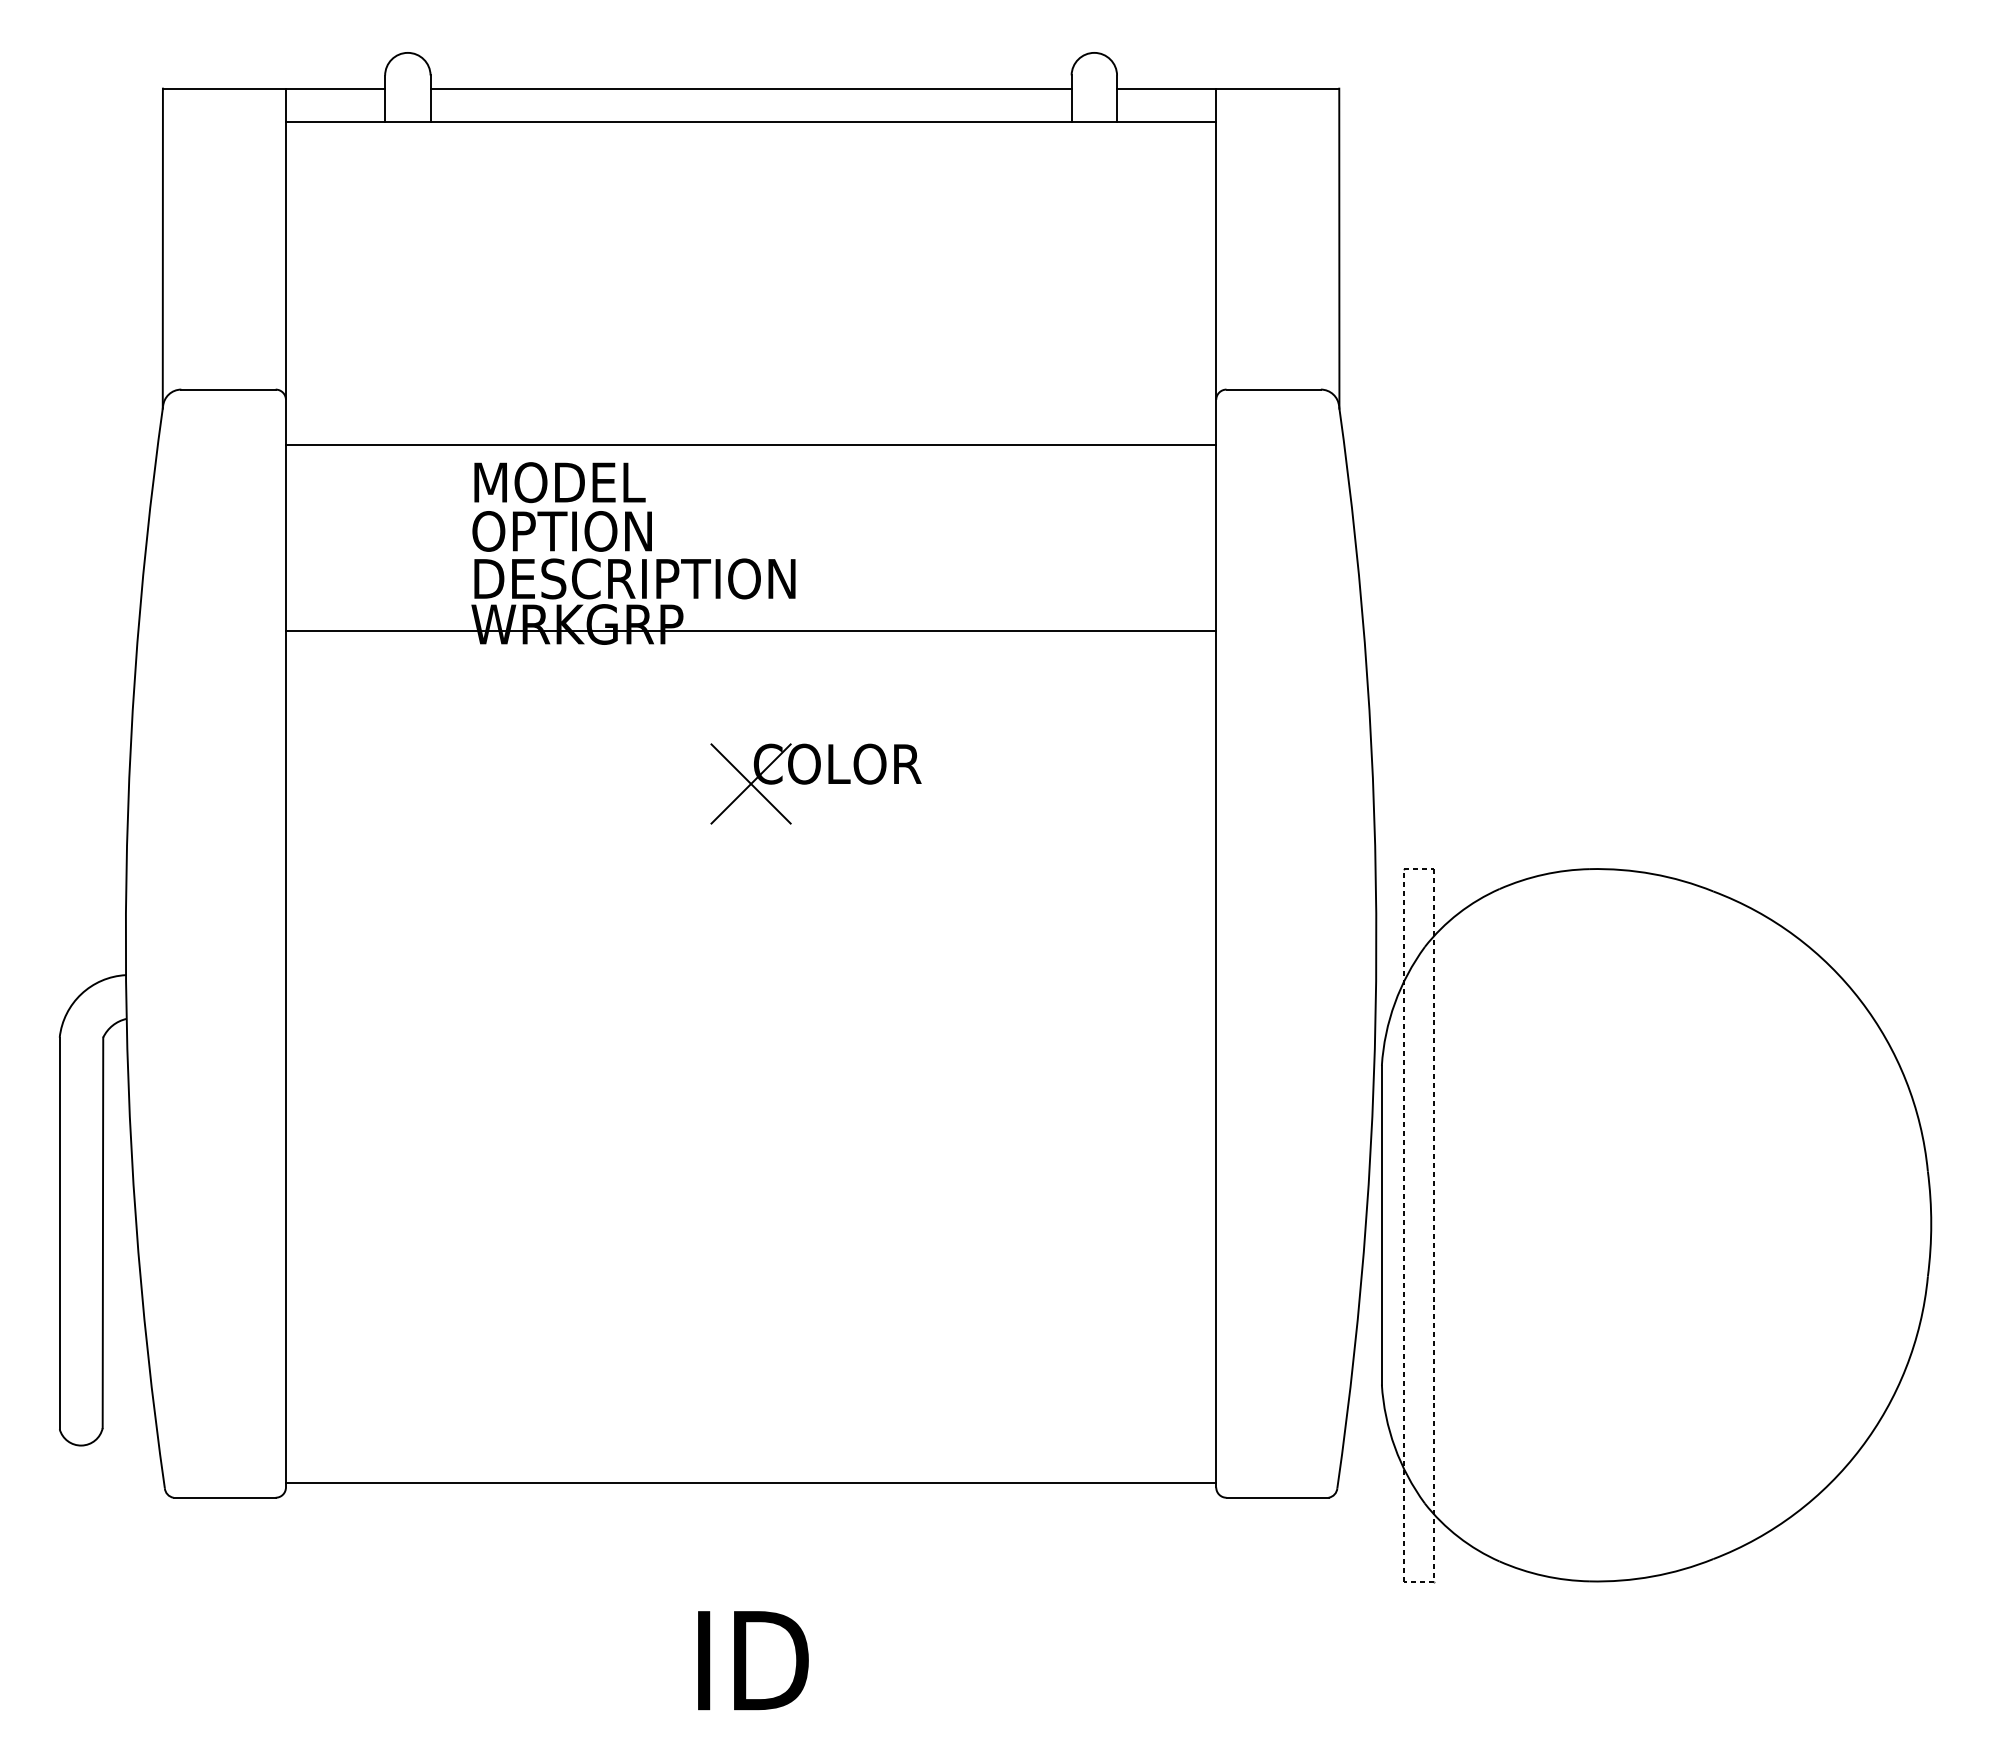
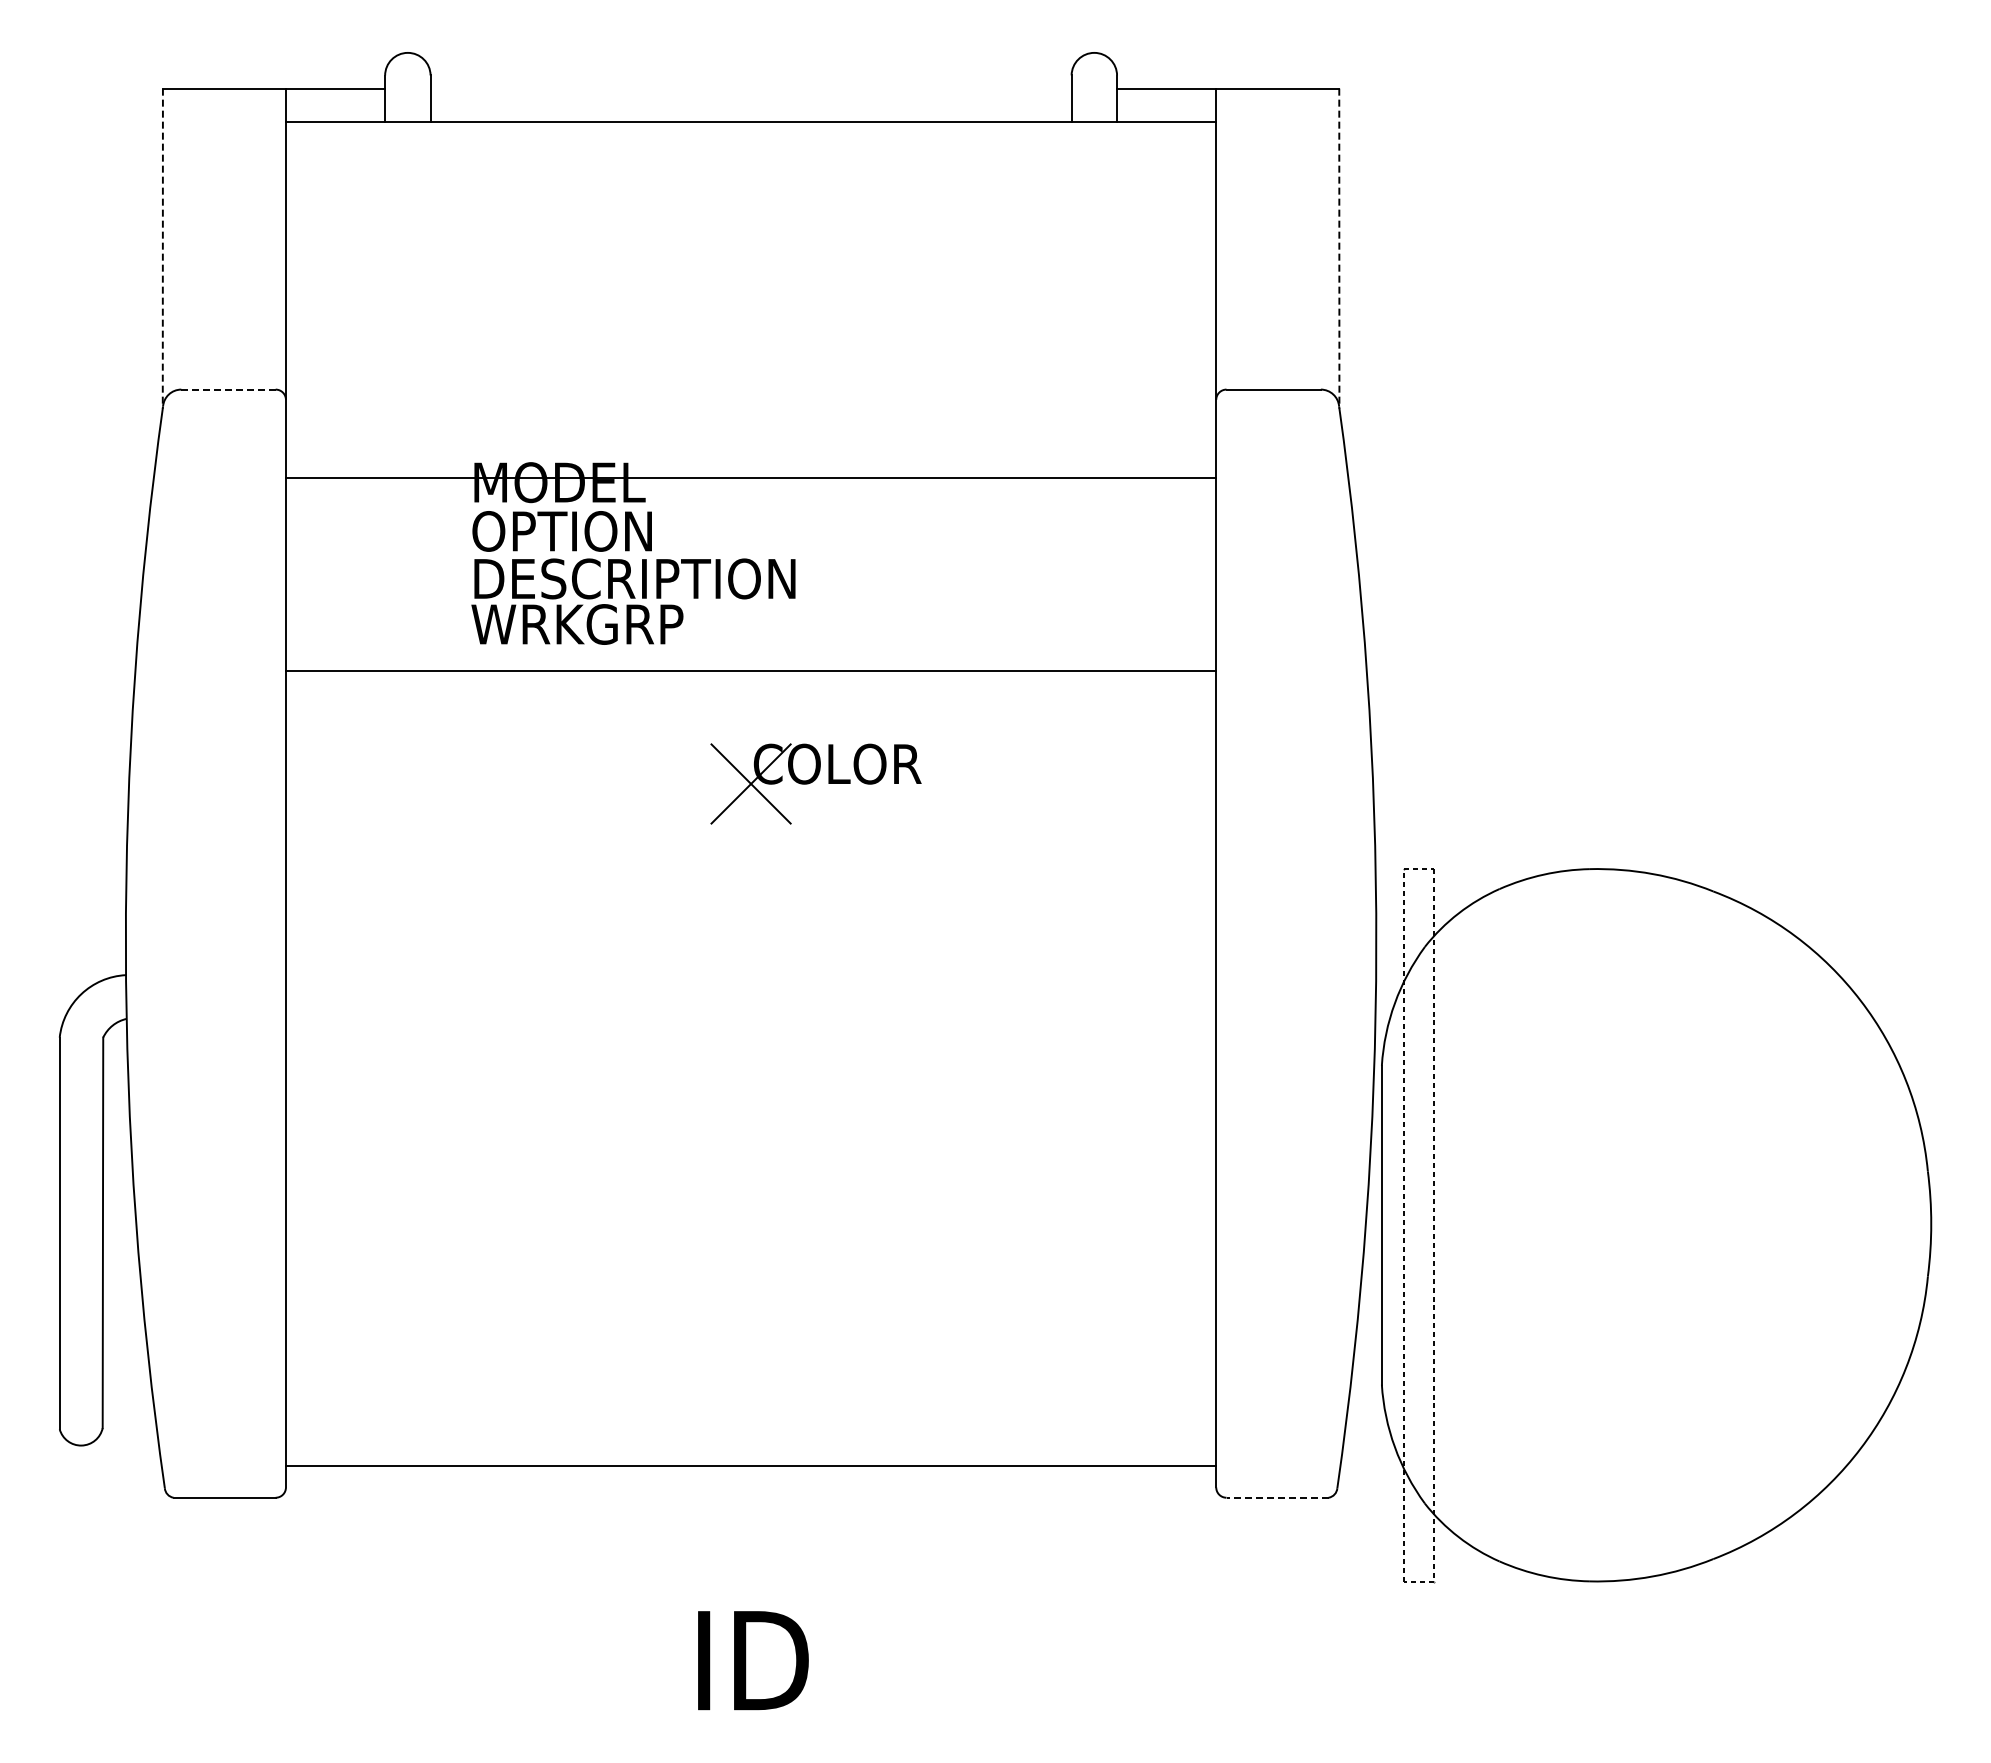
line at (750, 88): present -> none
line at (162, 249): solid -> dashed
line at (1339, 249): solid -> dashed
line at (228, 389): solid -> dashed
line at (750, 444) position: (750, 444) -> (750, 477)
line at (750, 631) position: (750, 631) -> (750, 671)
line at (750, 1482) position: (750, 1482) -> (750, 1465)
line at (1277, 1497): solid -> dashed
